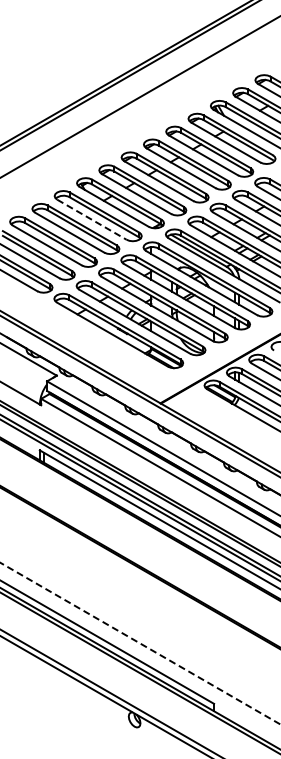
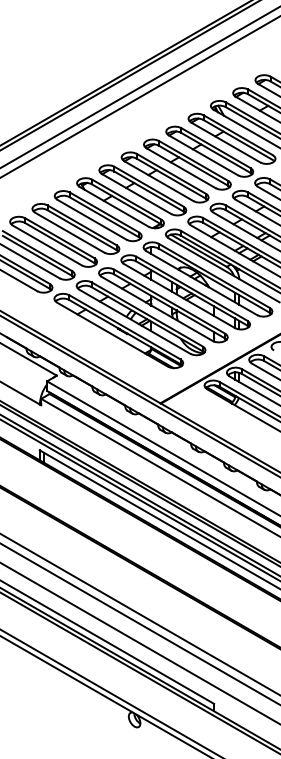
line at (139, 87): none -> present
line at (92, 219): dashed -> solid
line at (139, 614): none -> present
line at (139, 623): none -> present
line at (140, 643): dashed -> solid
